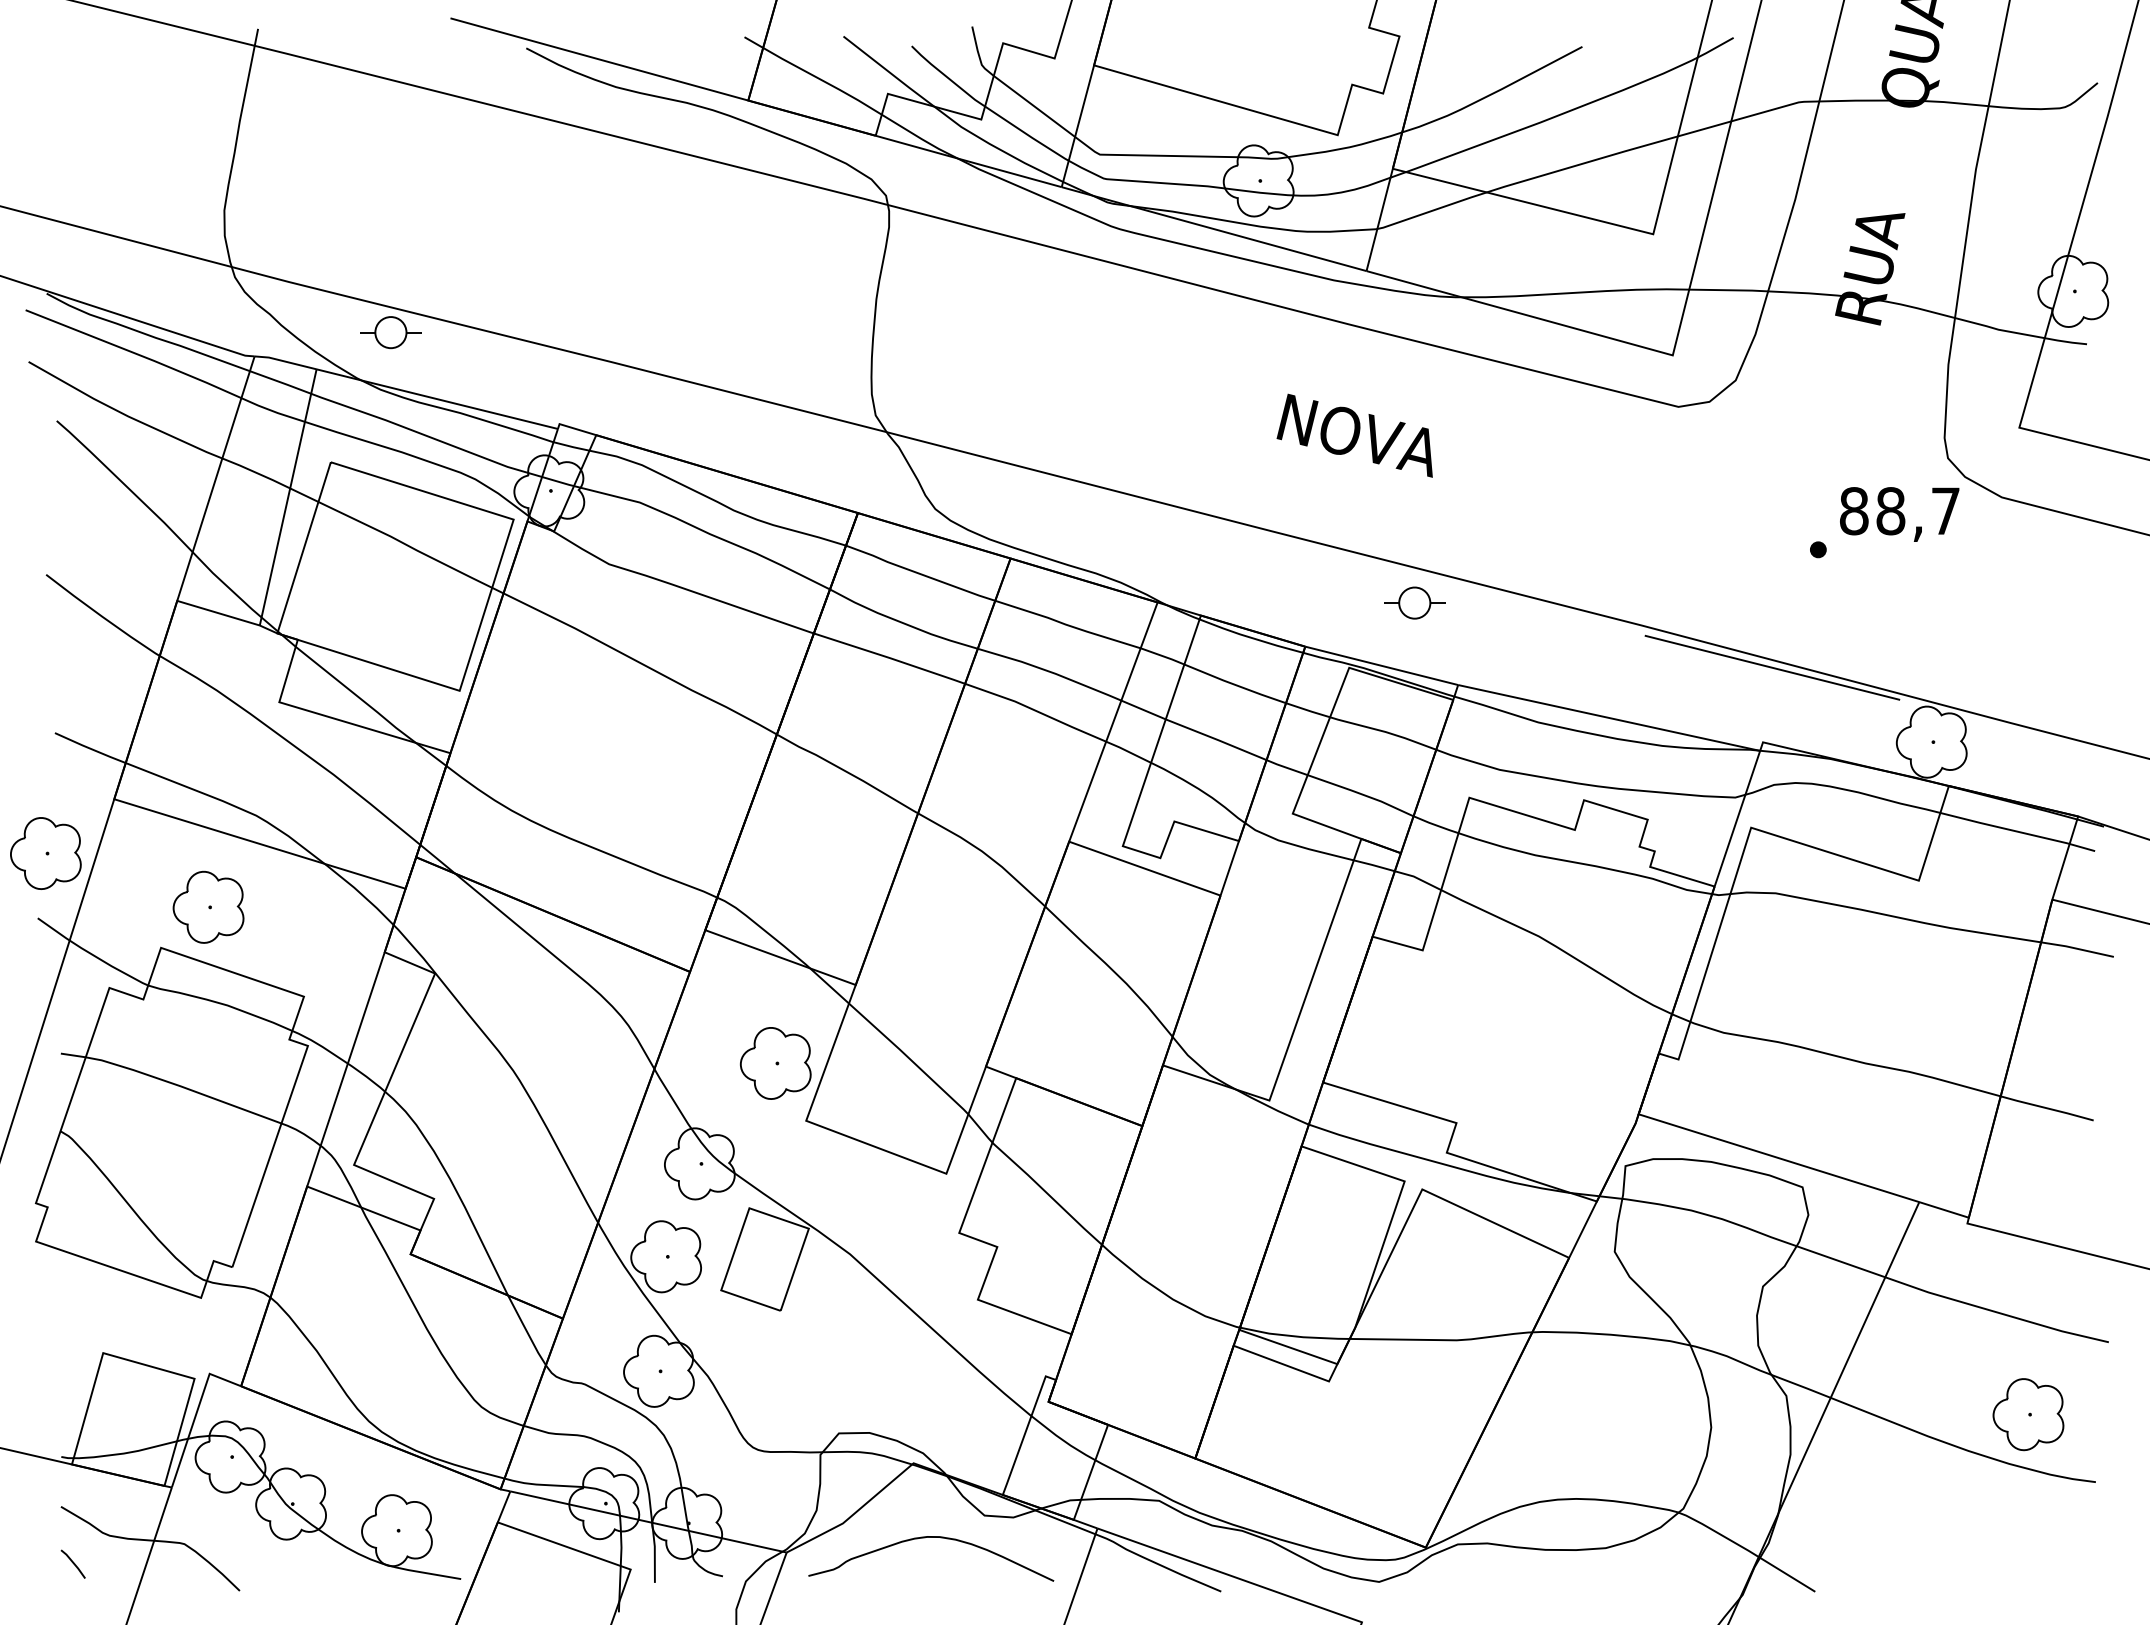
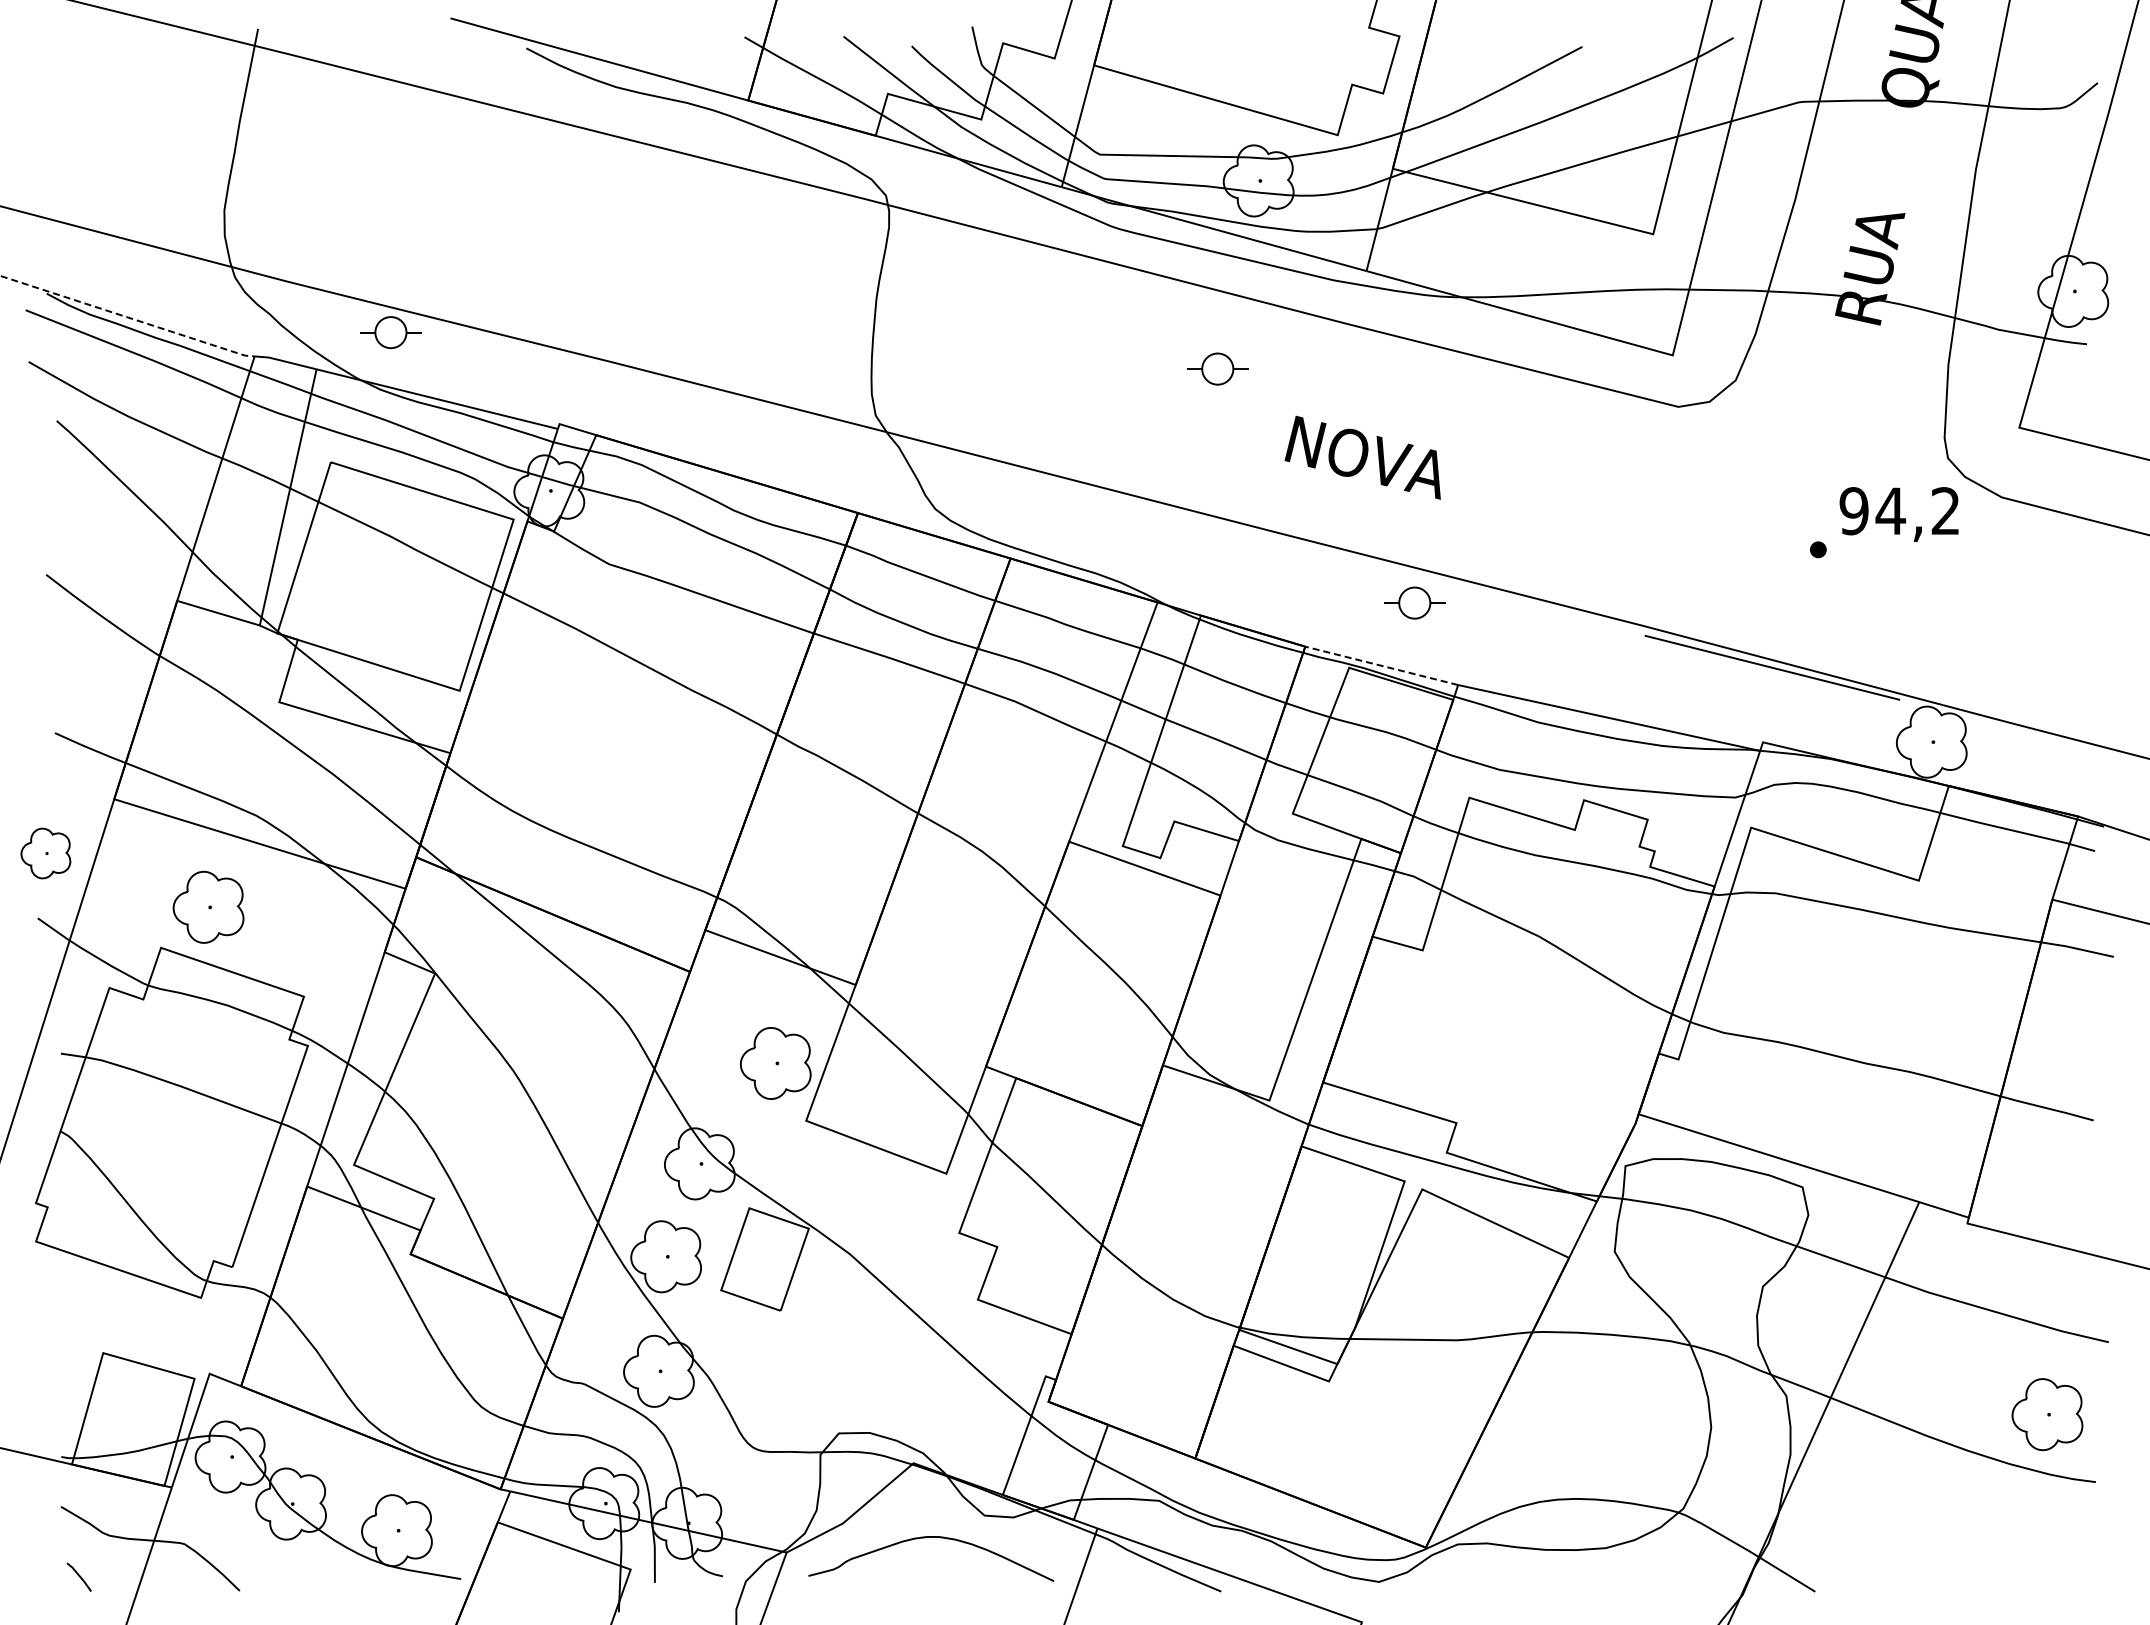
line at (128, 317): solid -> dashed
part at (1217, 368): none -> present
text at (1354, 435) position: (1354, 435) -> (1362, 457)
text at (1899, 511): 88,7 -> 94,2
line at (1381, 665): solid -> dashed
part at (45, 853) size: 72x73 px -> 52x53 px
part at (2028, 1414) position: (2028, 1414) -> (2047, 1414)
line at (72, 1563) position: (72, 1563) -> (78, 1576)
